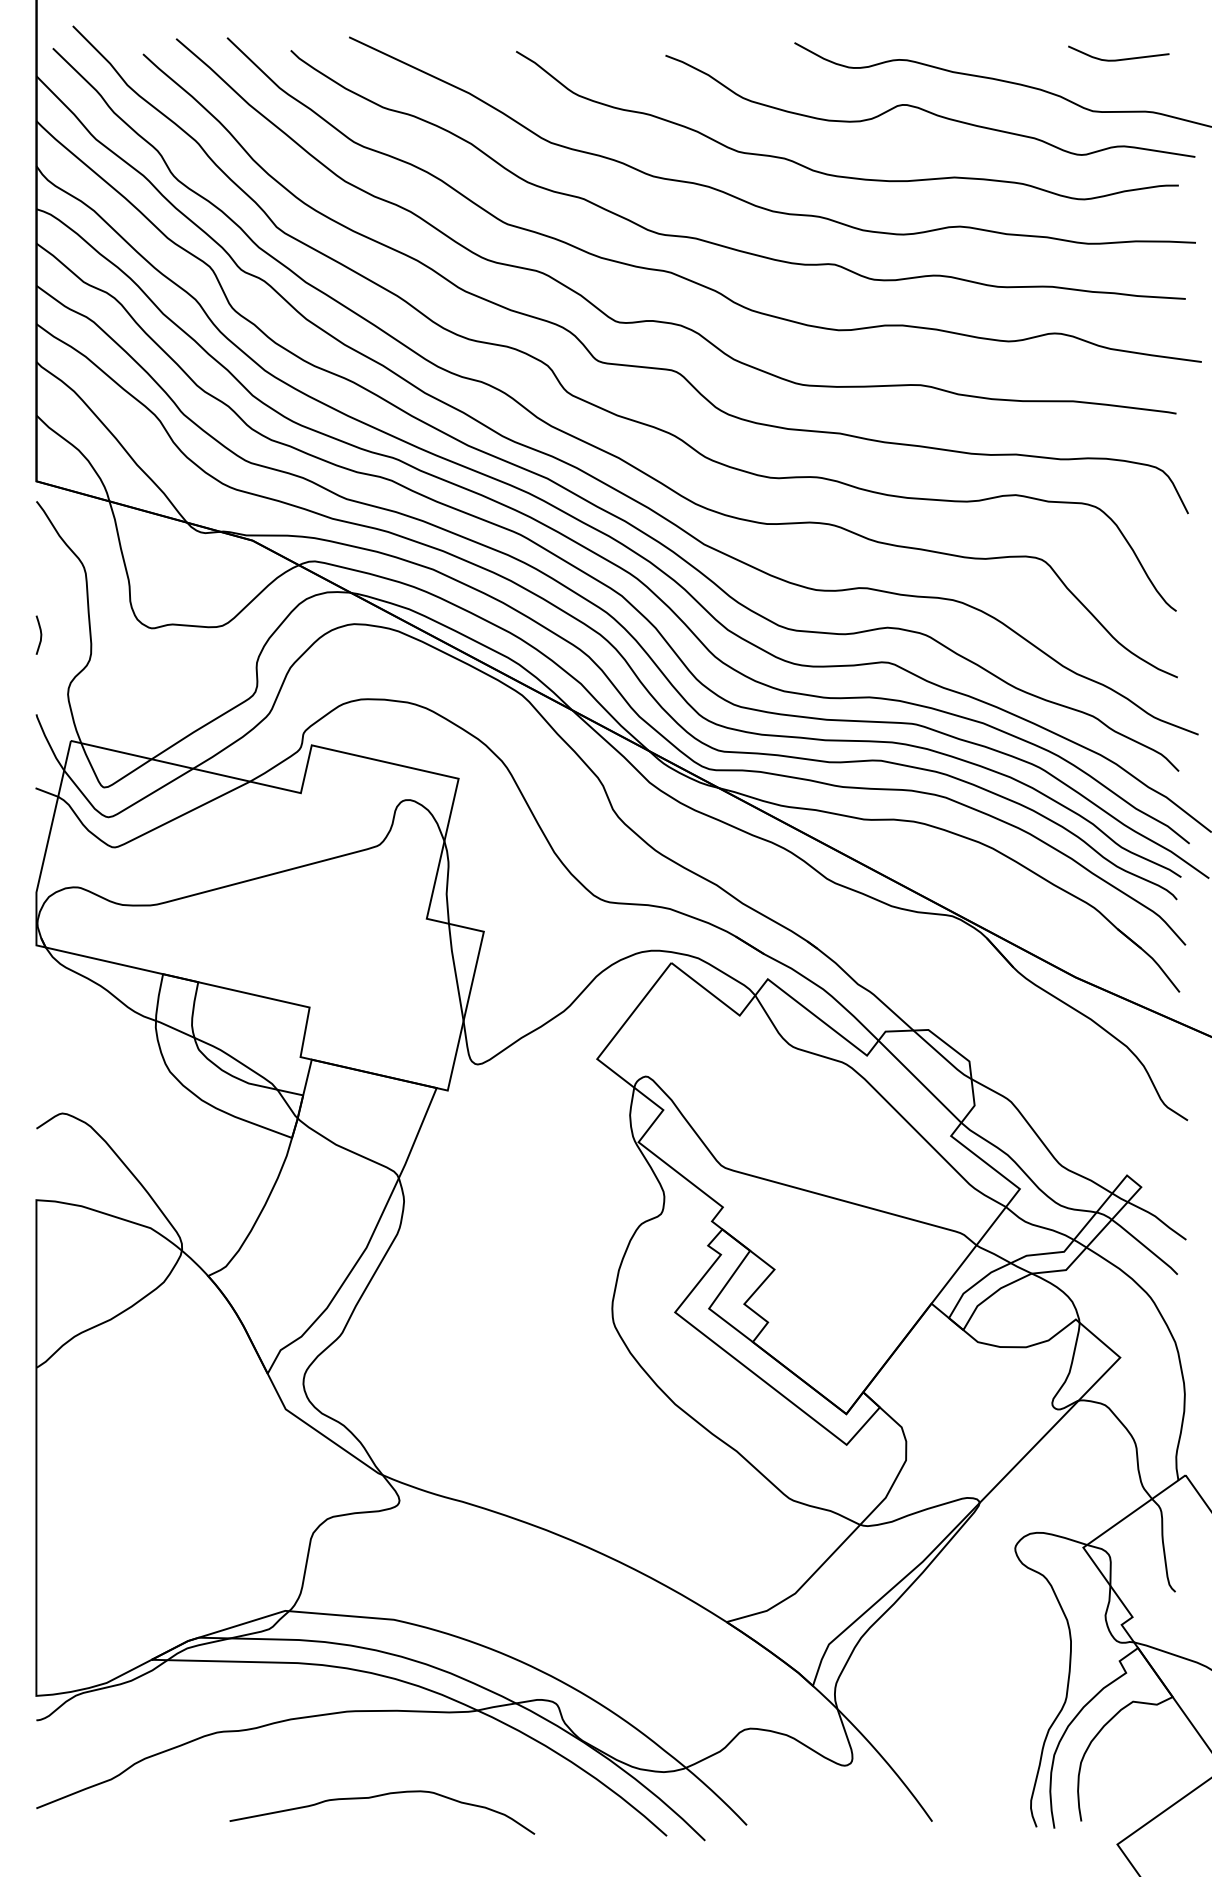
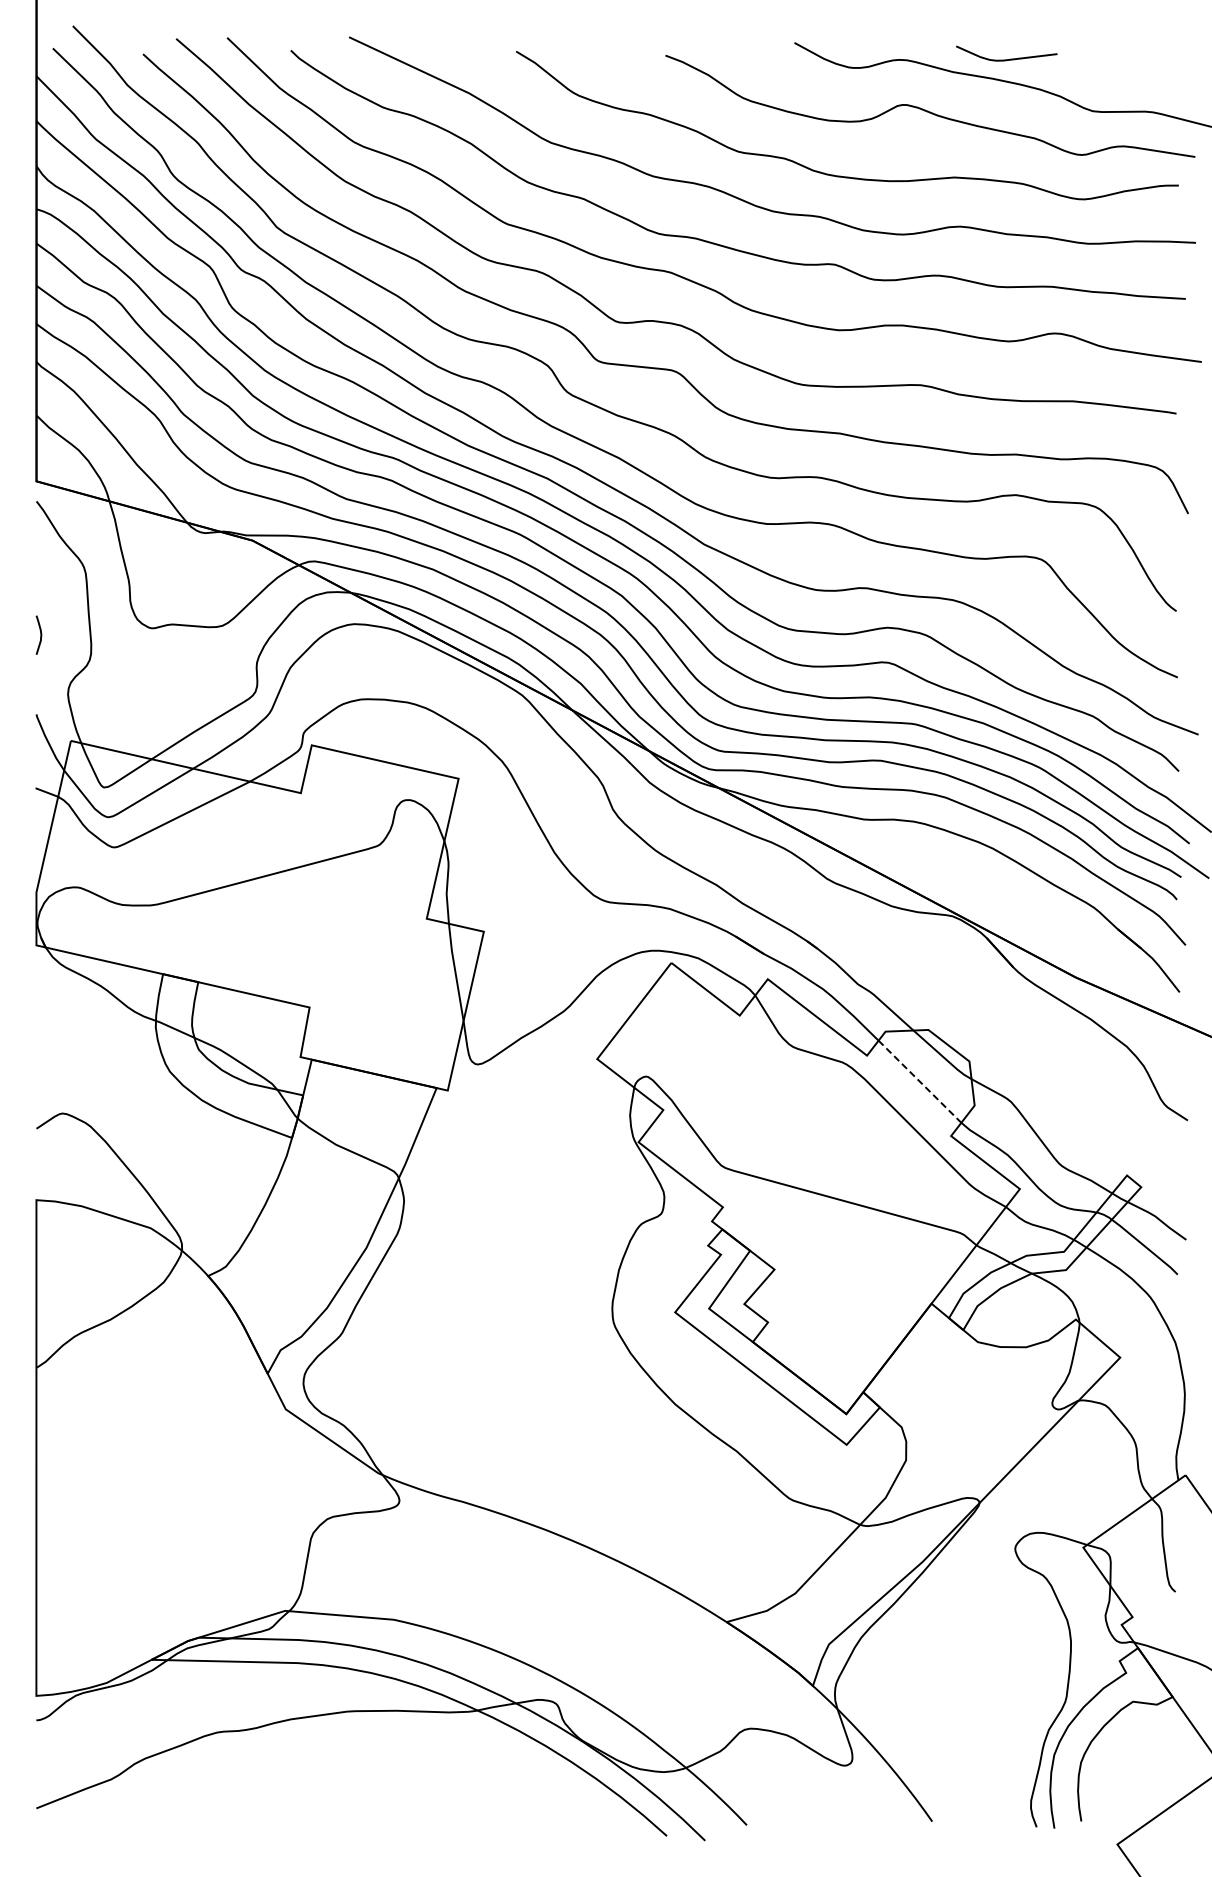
curve at (1118, 59) position: (1118, 59) -> (1006, 59)
line at (920, 1082): solid -> dashed
curve at (381, 1796): present -> none
